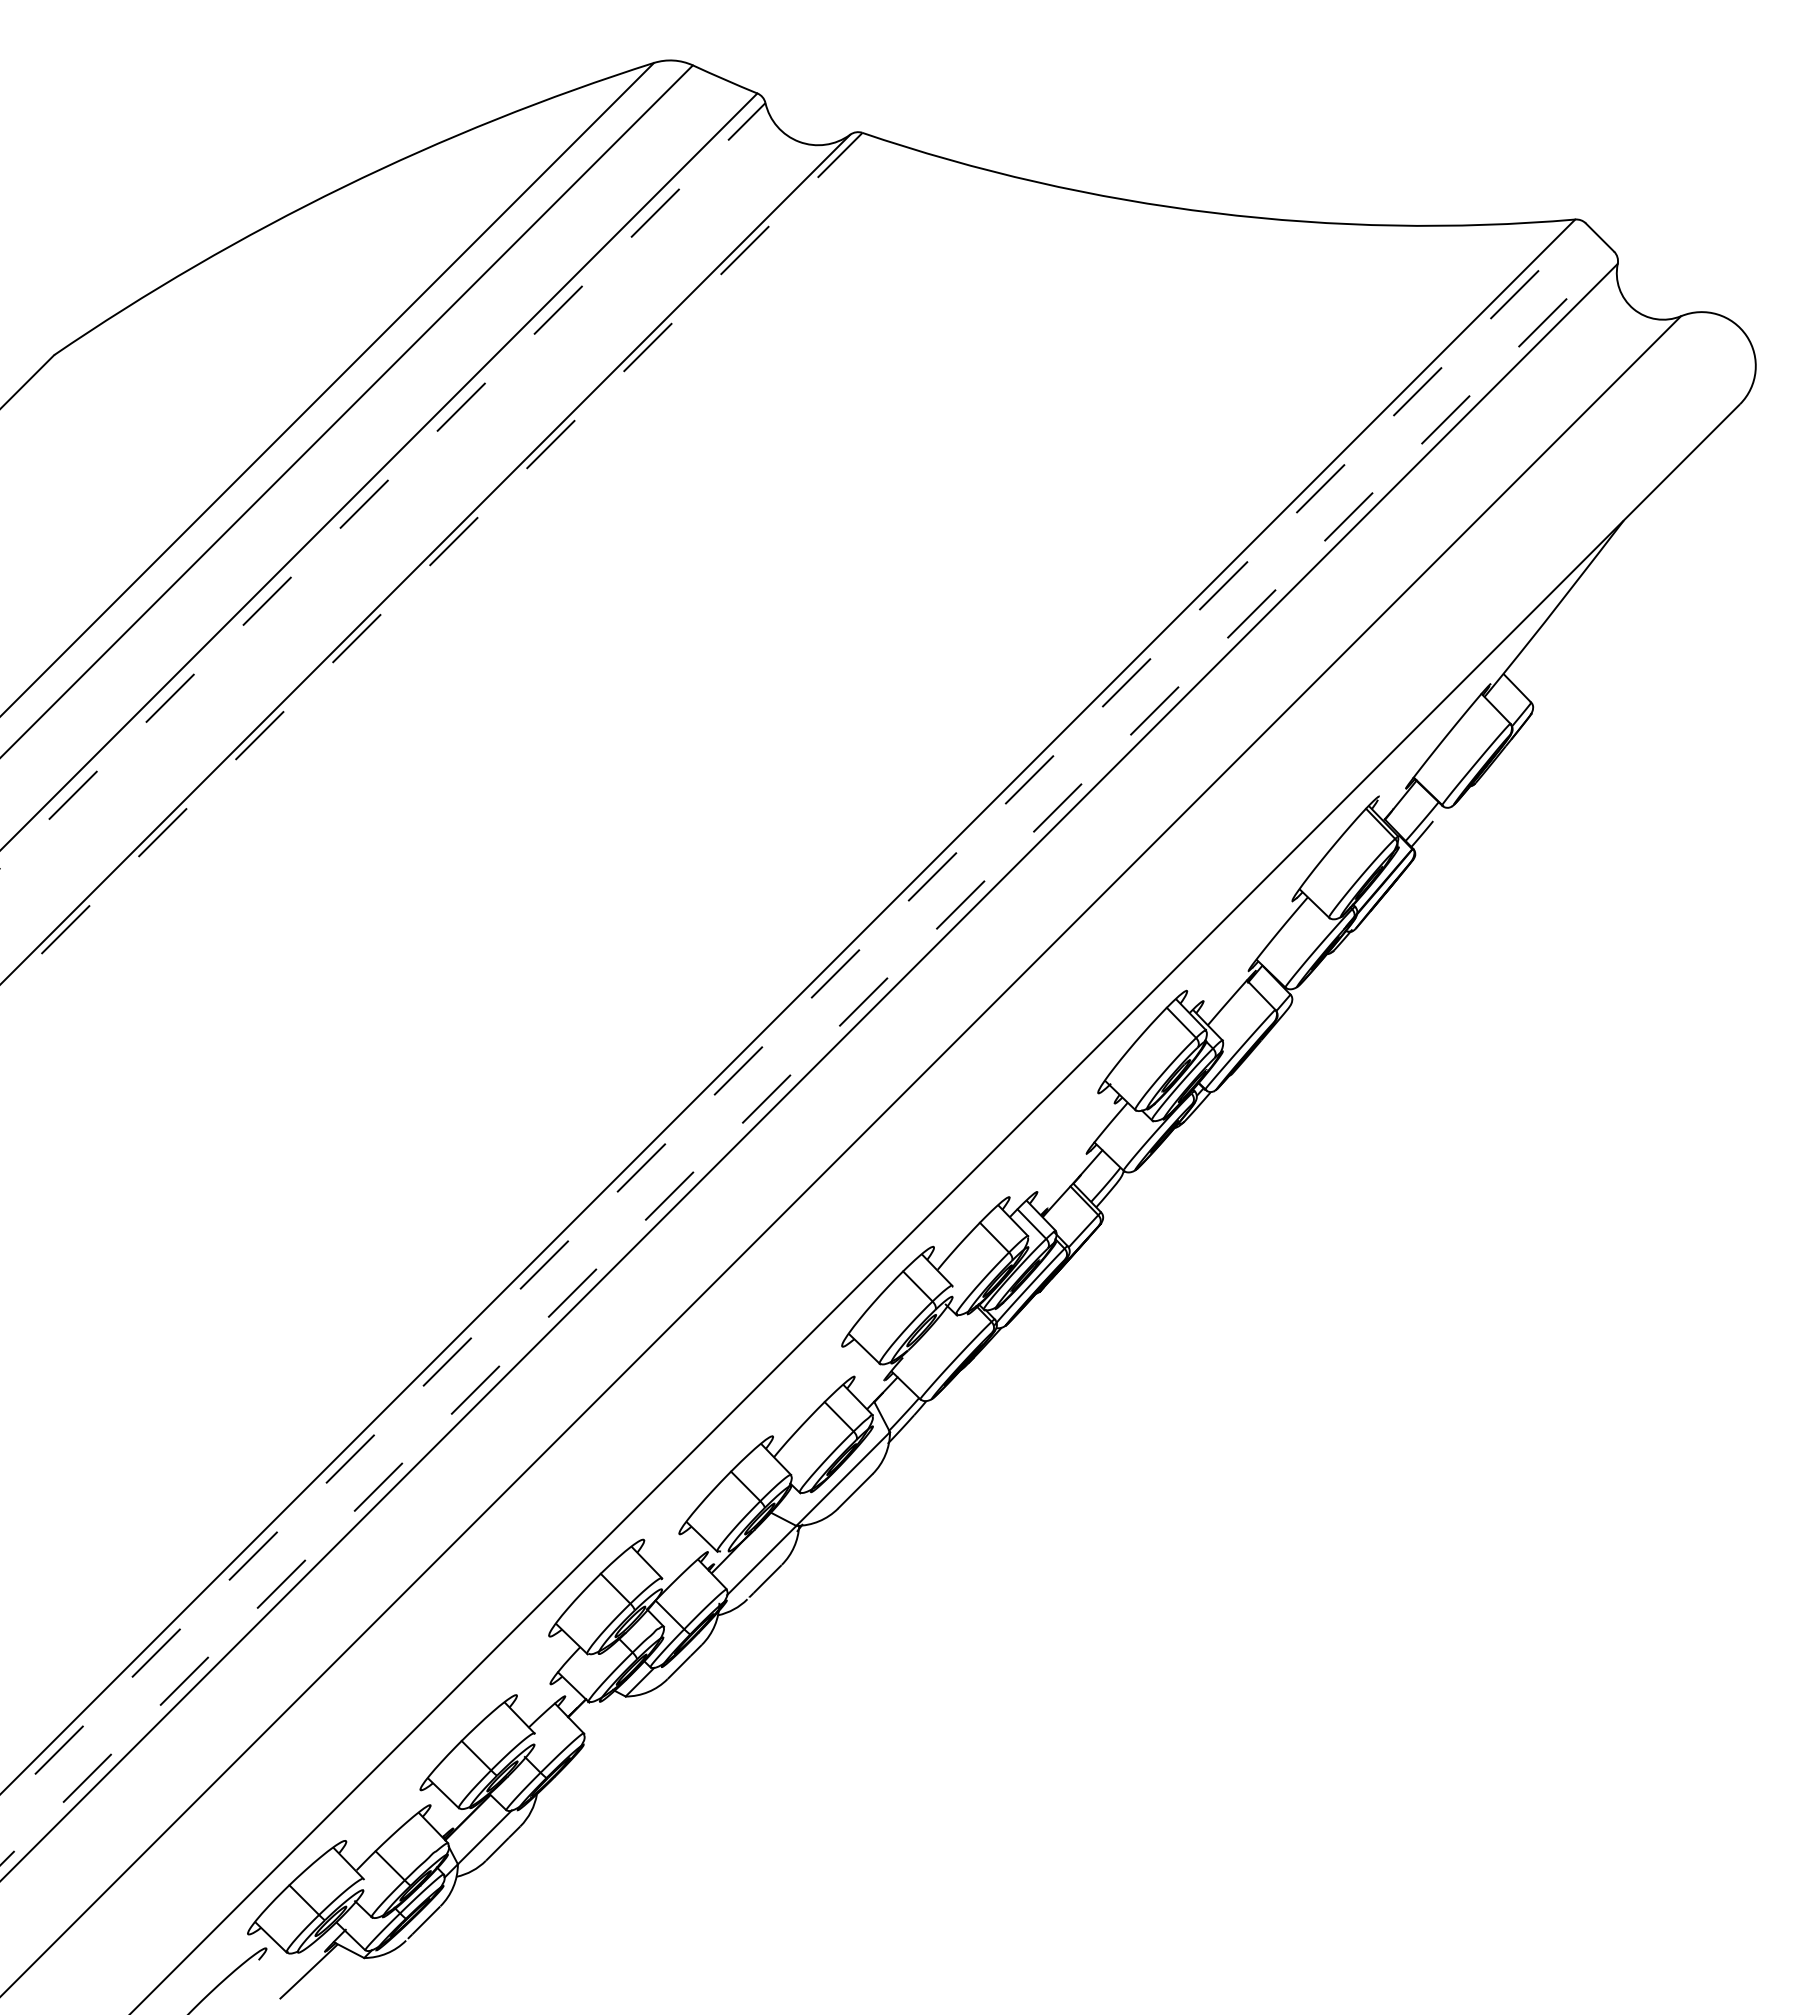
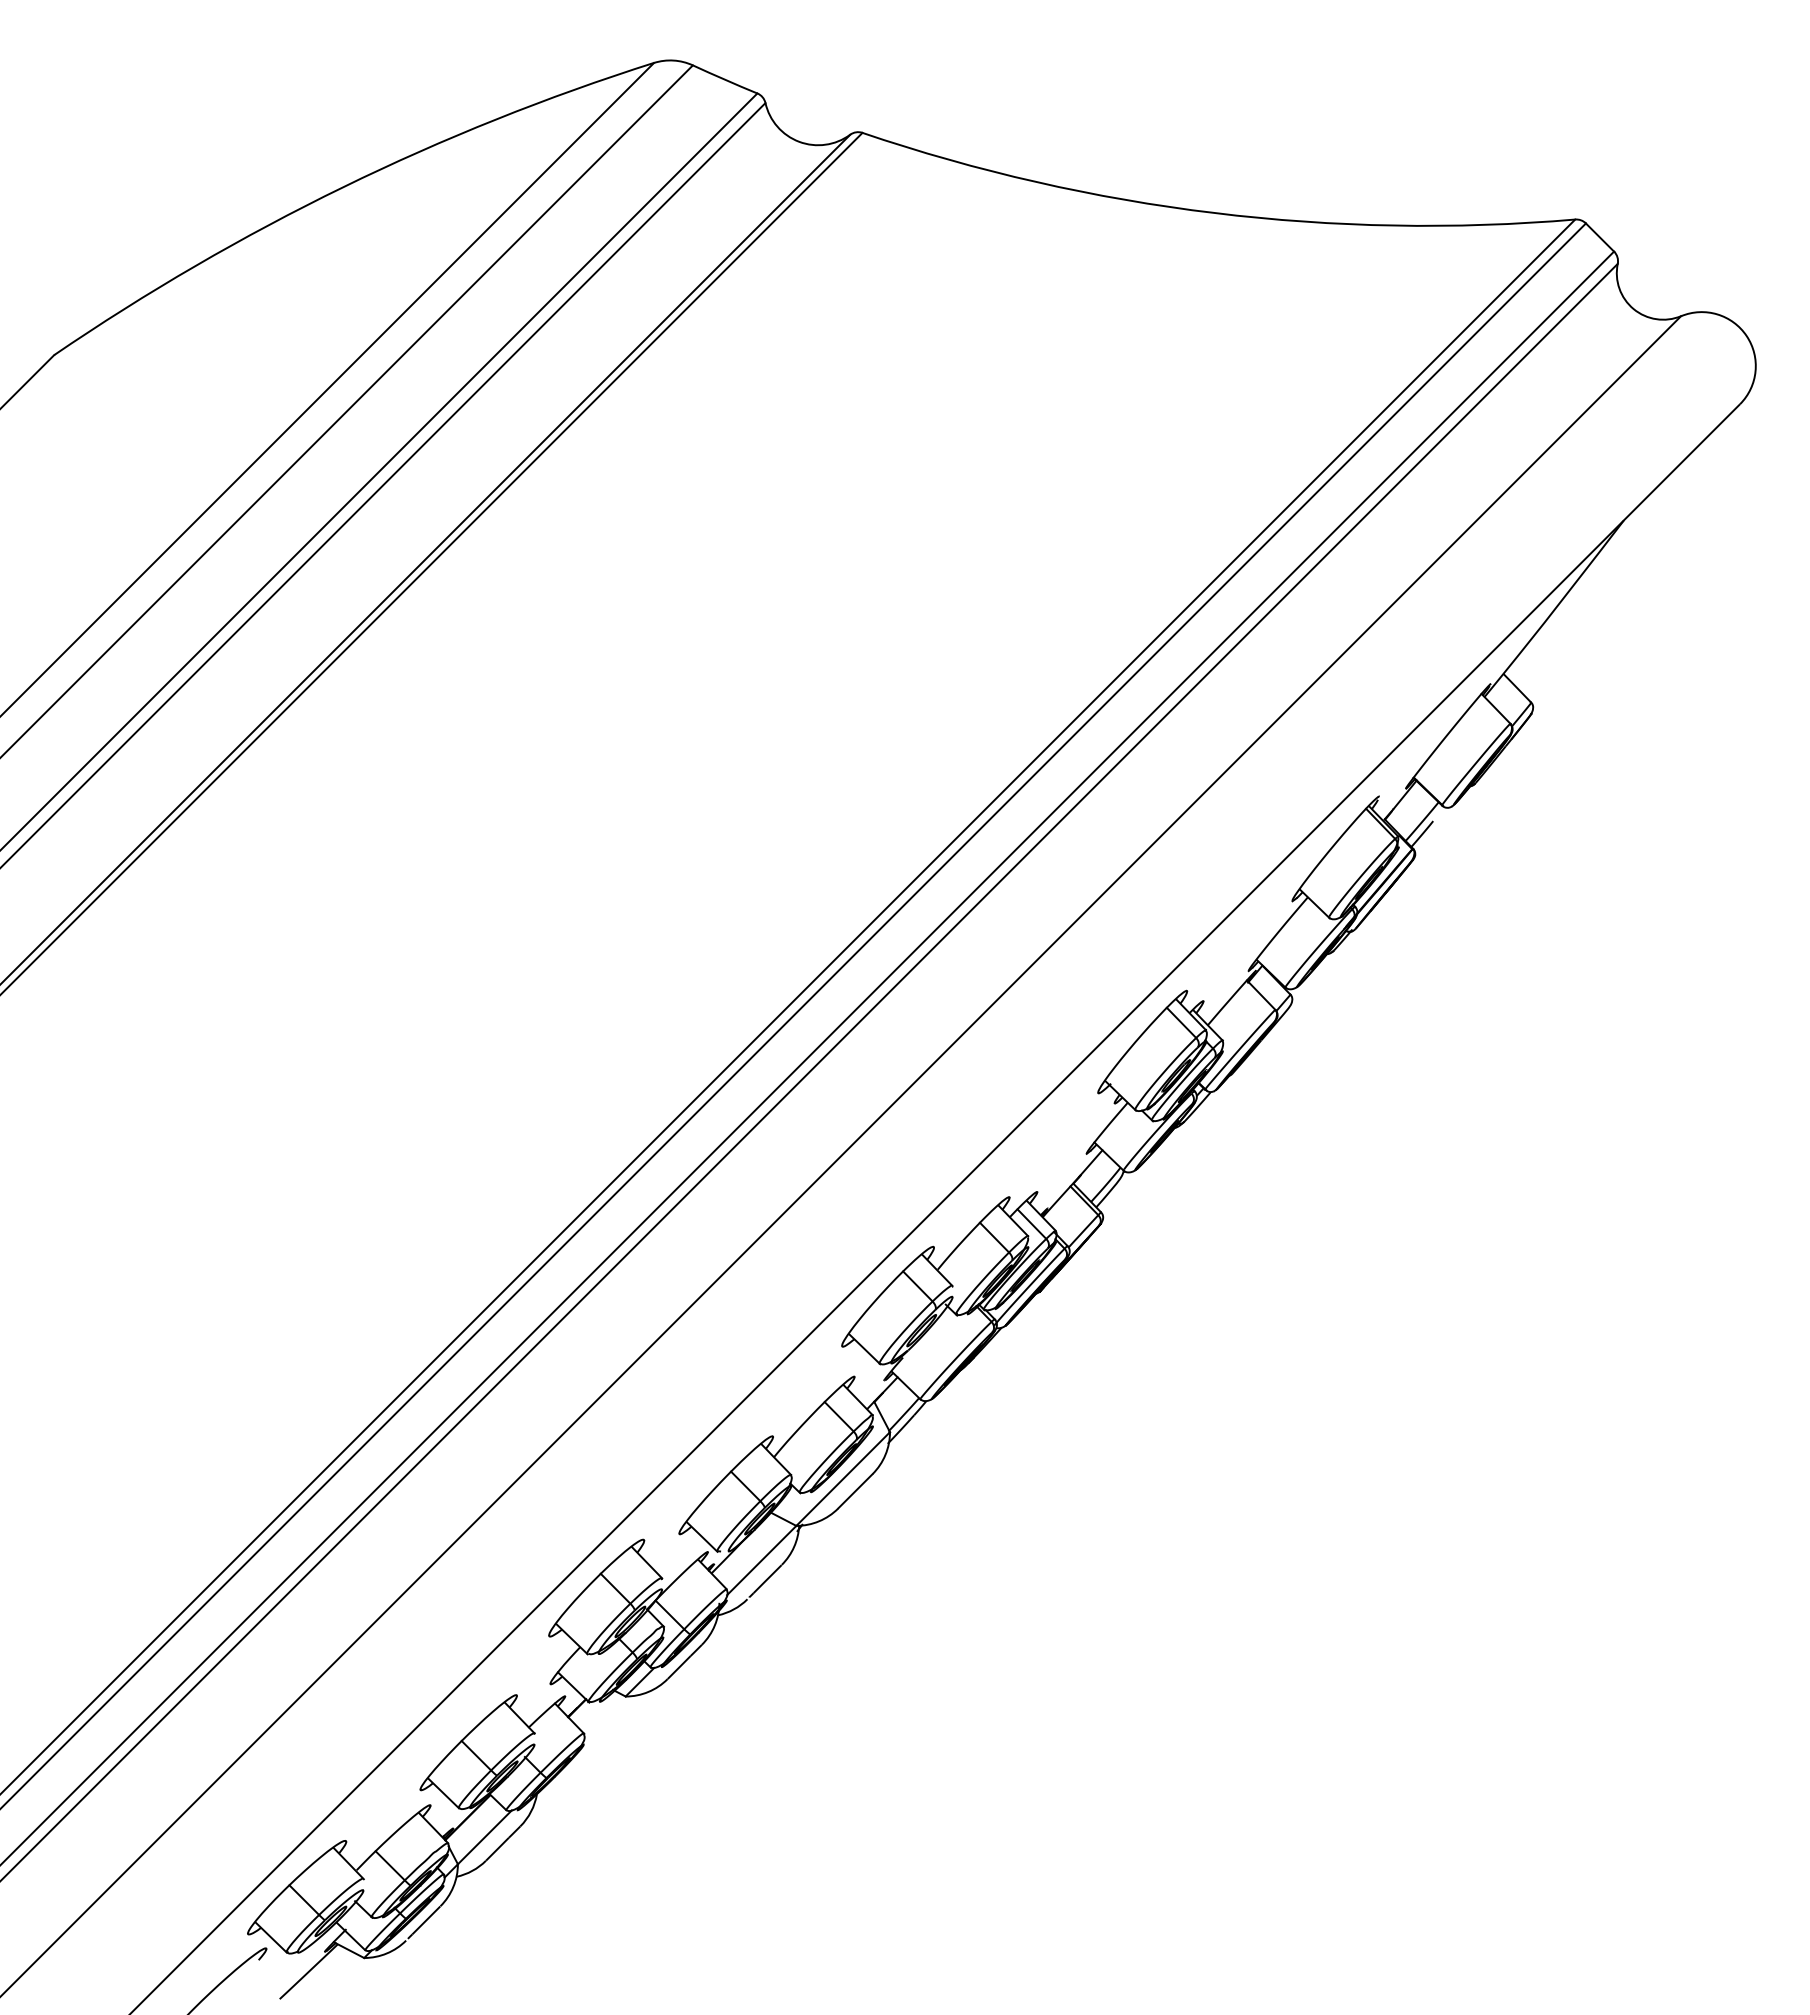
line at (382, 485): dashed -> solid
line at (431, 563): dashed -> solid
line at (793, 1016): dashed -> solid
line at (807, 1058): dashed -> solid
